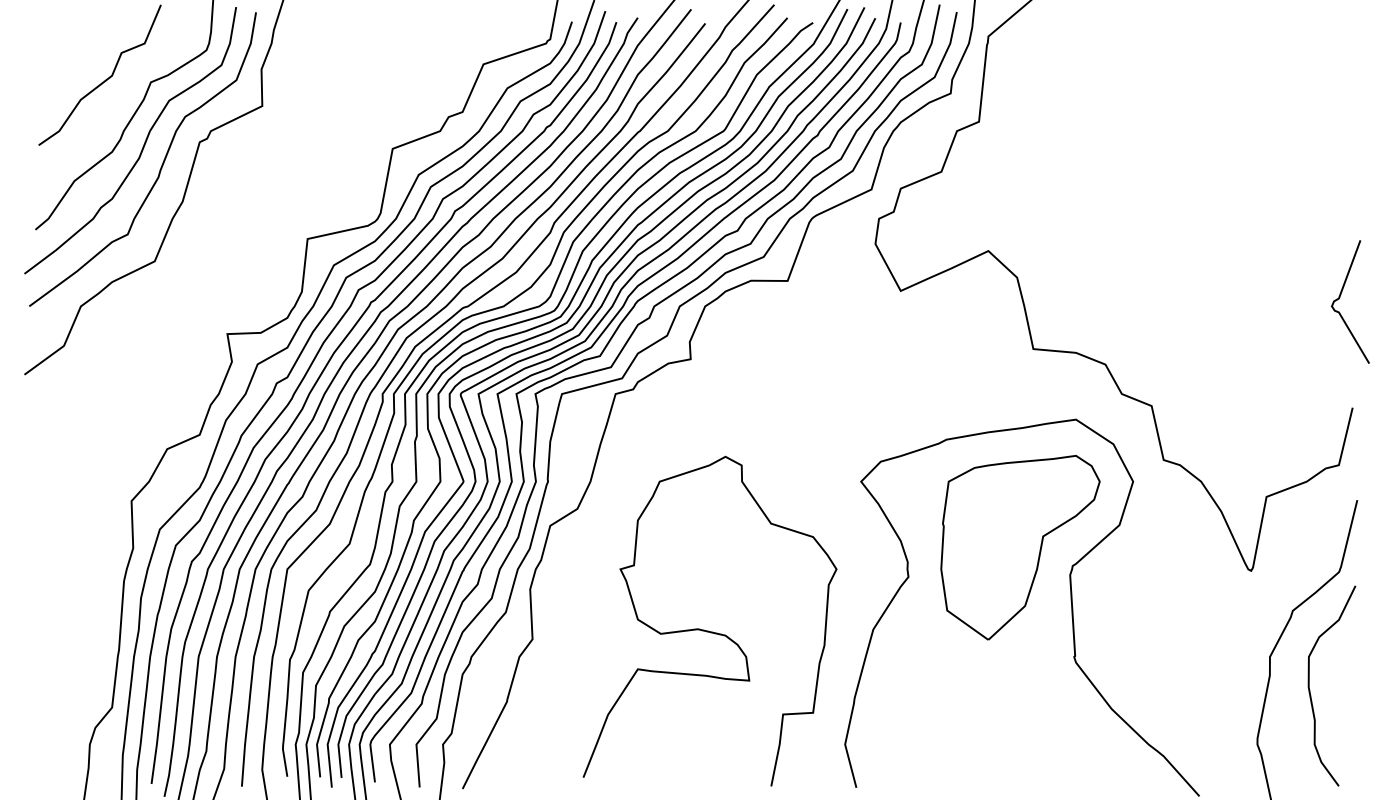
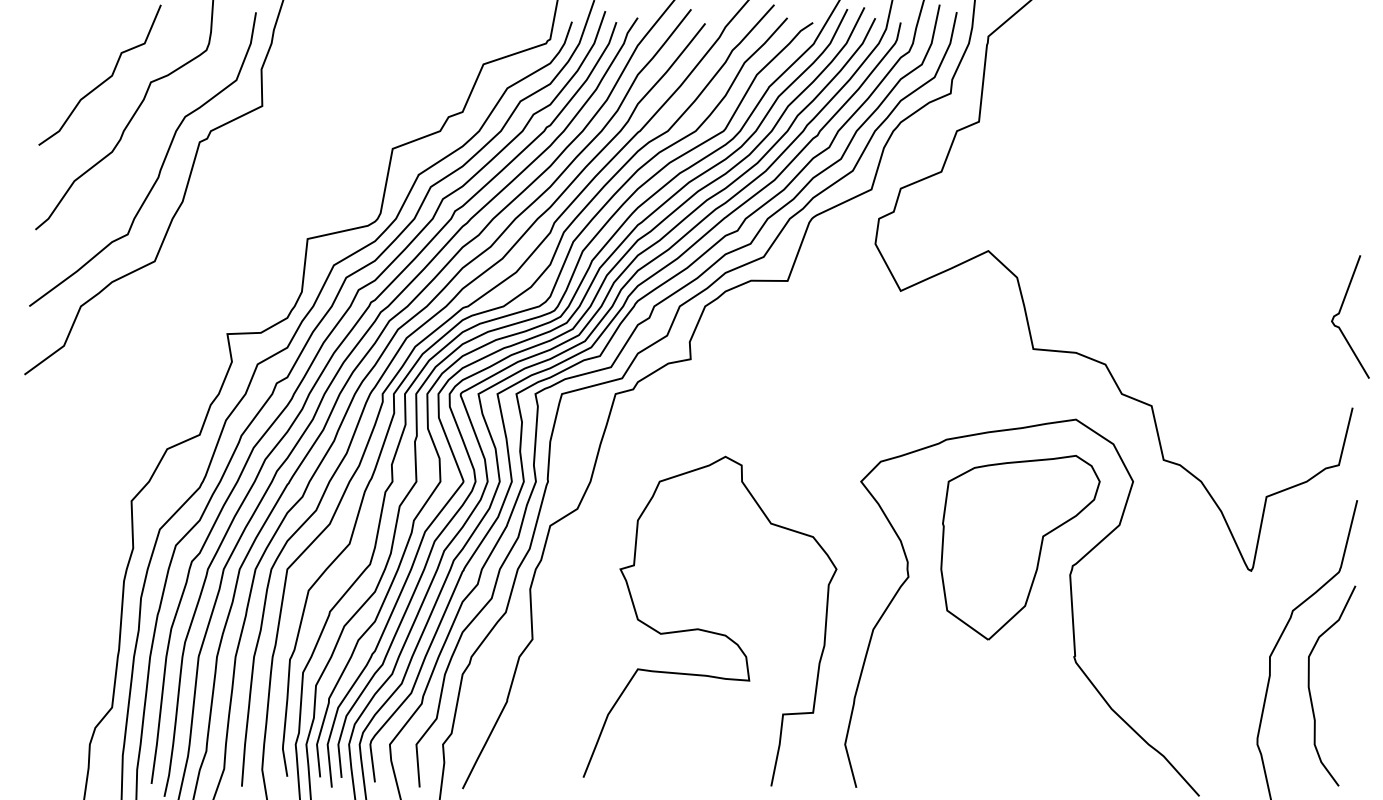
curve at (142, 146): present -> none
curve at (1340, 297) position: (1340, 297) -> (1340, 312)
